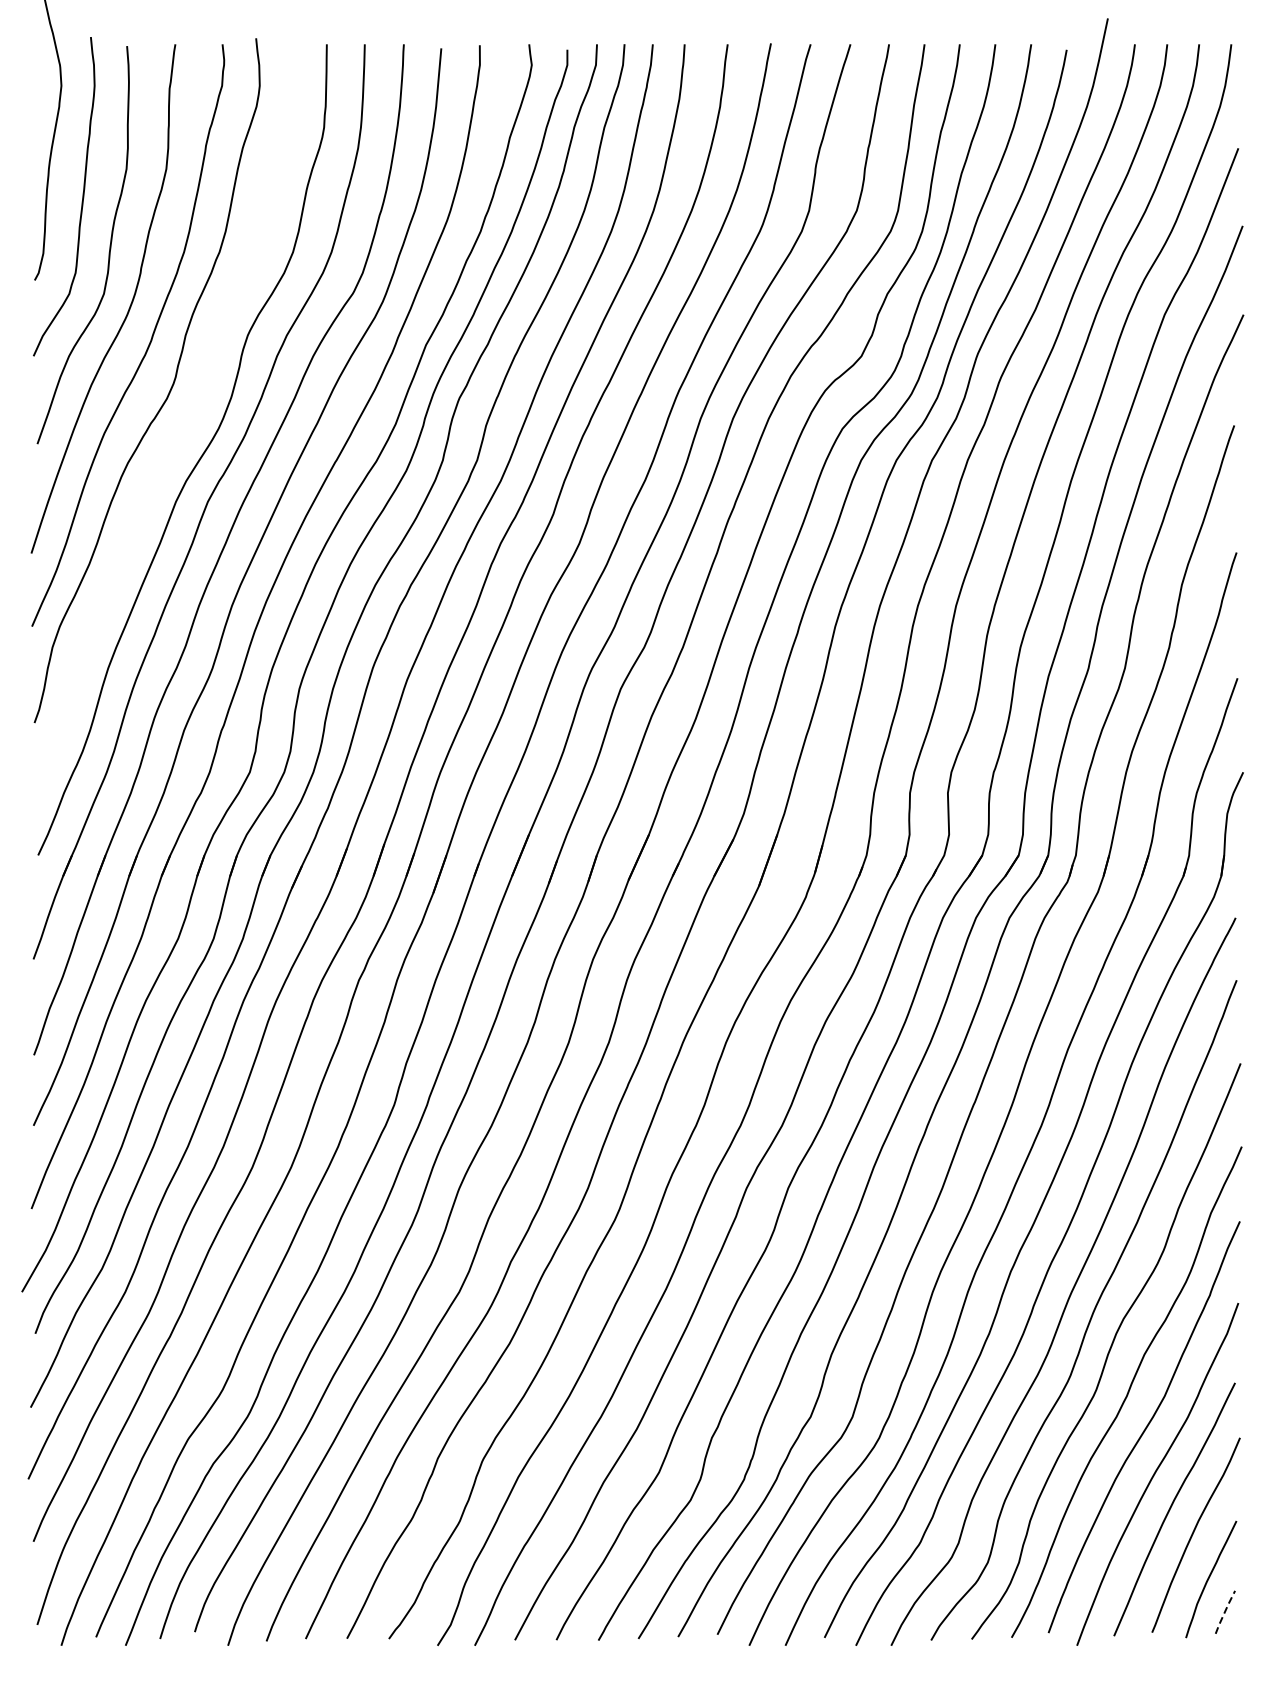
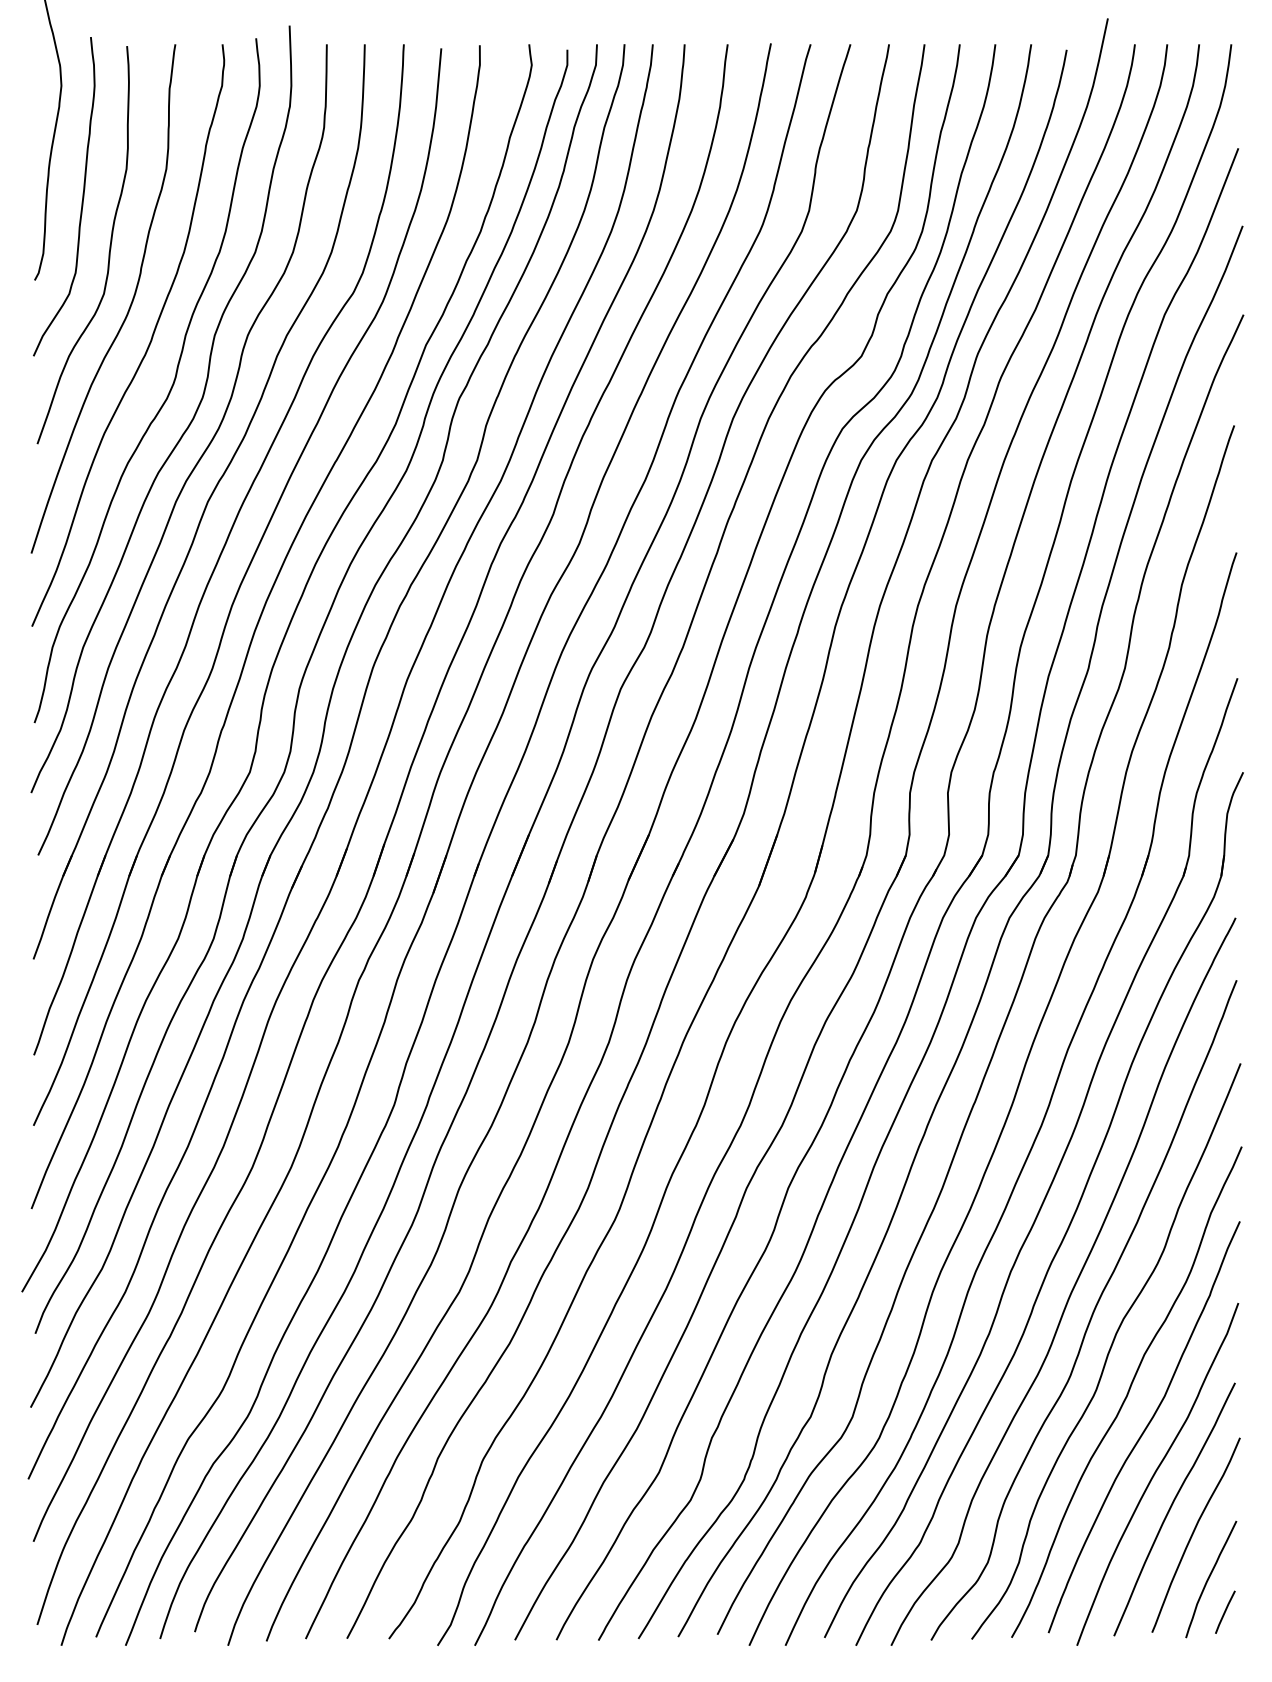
curve at (188, 424): none -> present
line at (1224, 1612): dashed -> solid
